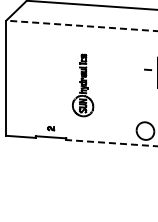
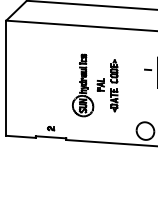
line at (82, 25): dashed -> solid
part at (107, 85): none -> present
line at (112, 143): dashed -> solid
